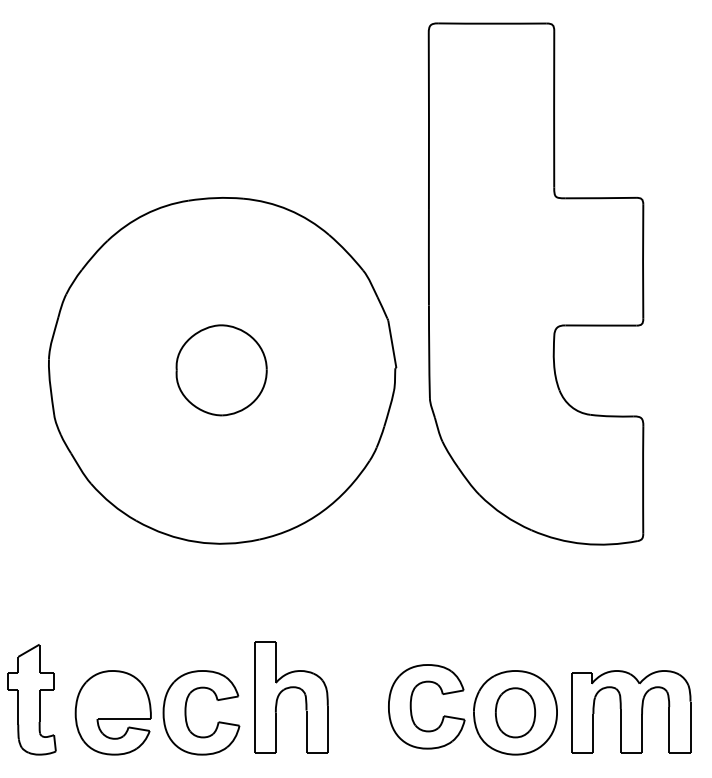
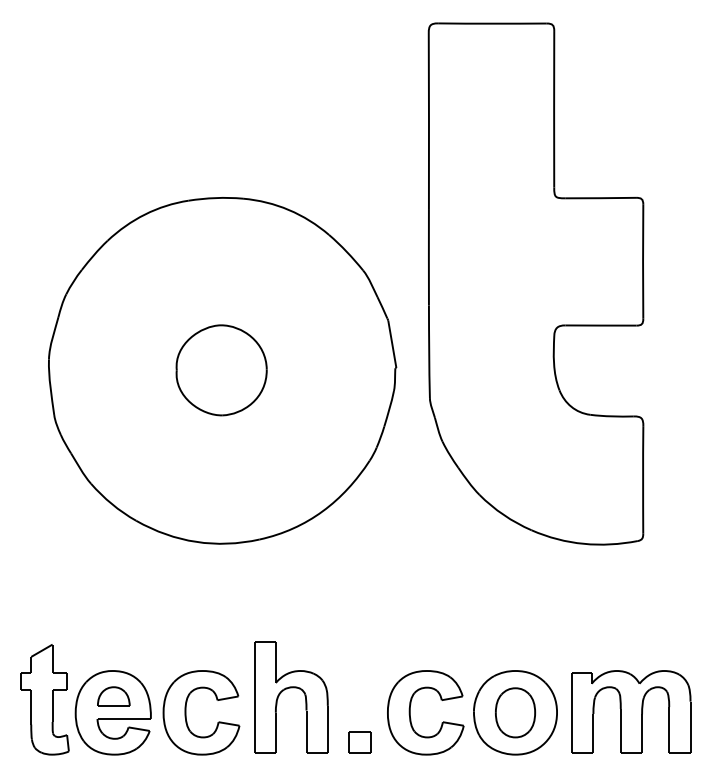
part at (113, 696): none -> present
part at (31, 699) position: (31, 699) -> (44, 699)
part at (411, 706) position: (411, 706) -> (410, 712)
part at (359, 742): none -> present
